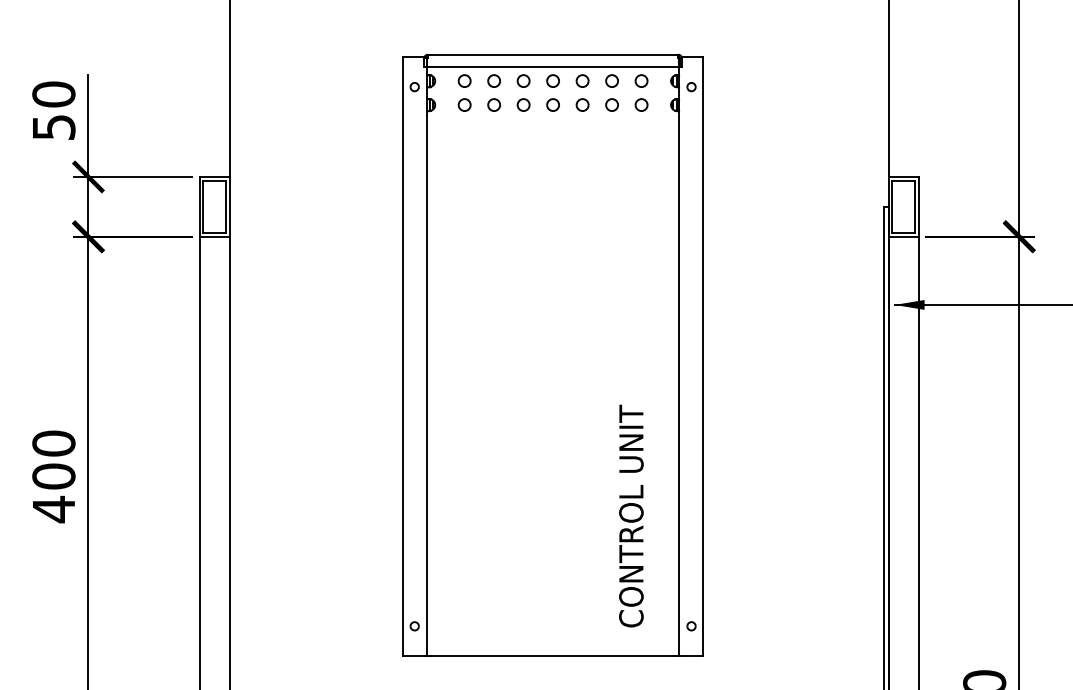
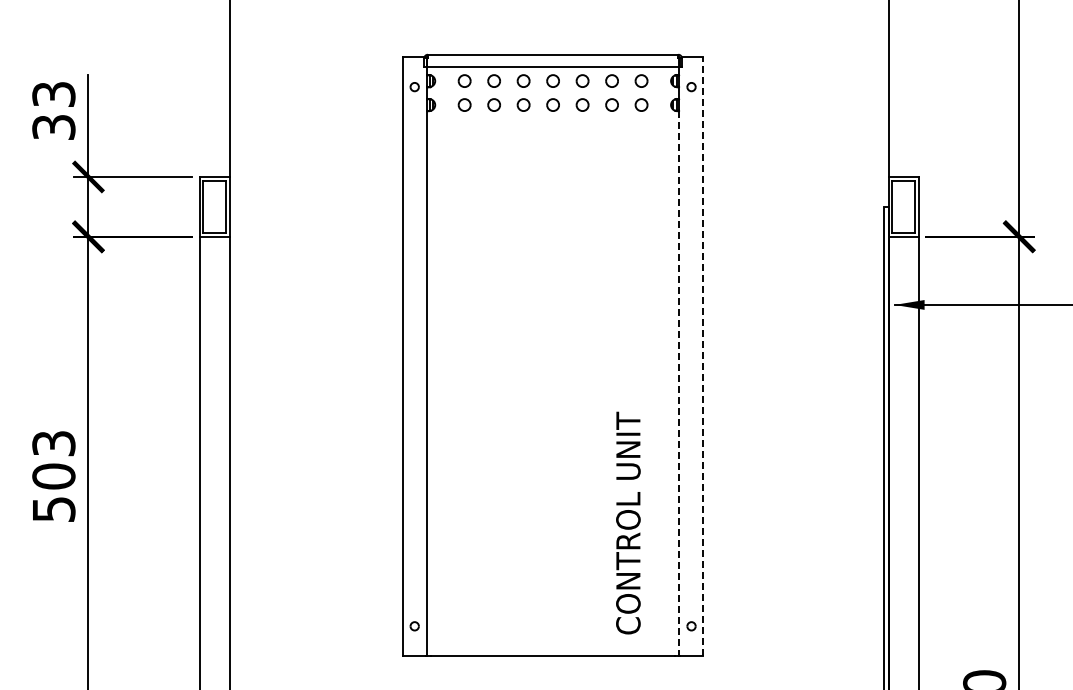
text at (53, 110): 50 -> 33
line at (702, 356): solid -> dashed
line at (678, 383): solid -> dashed
text at (53, 476): 400 -> 503
text at (631, 515) position: (631, 515) -> (628, 522)
